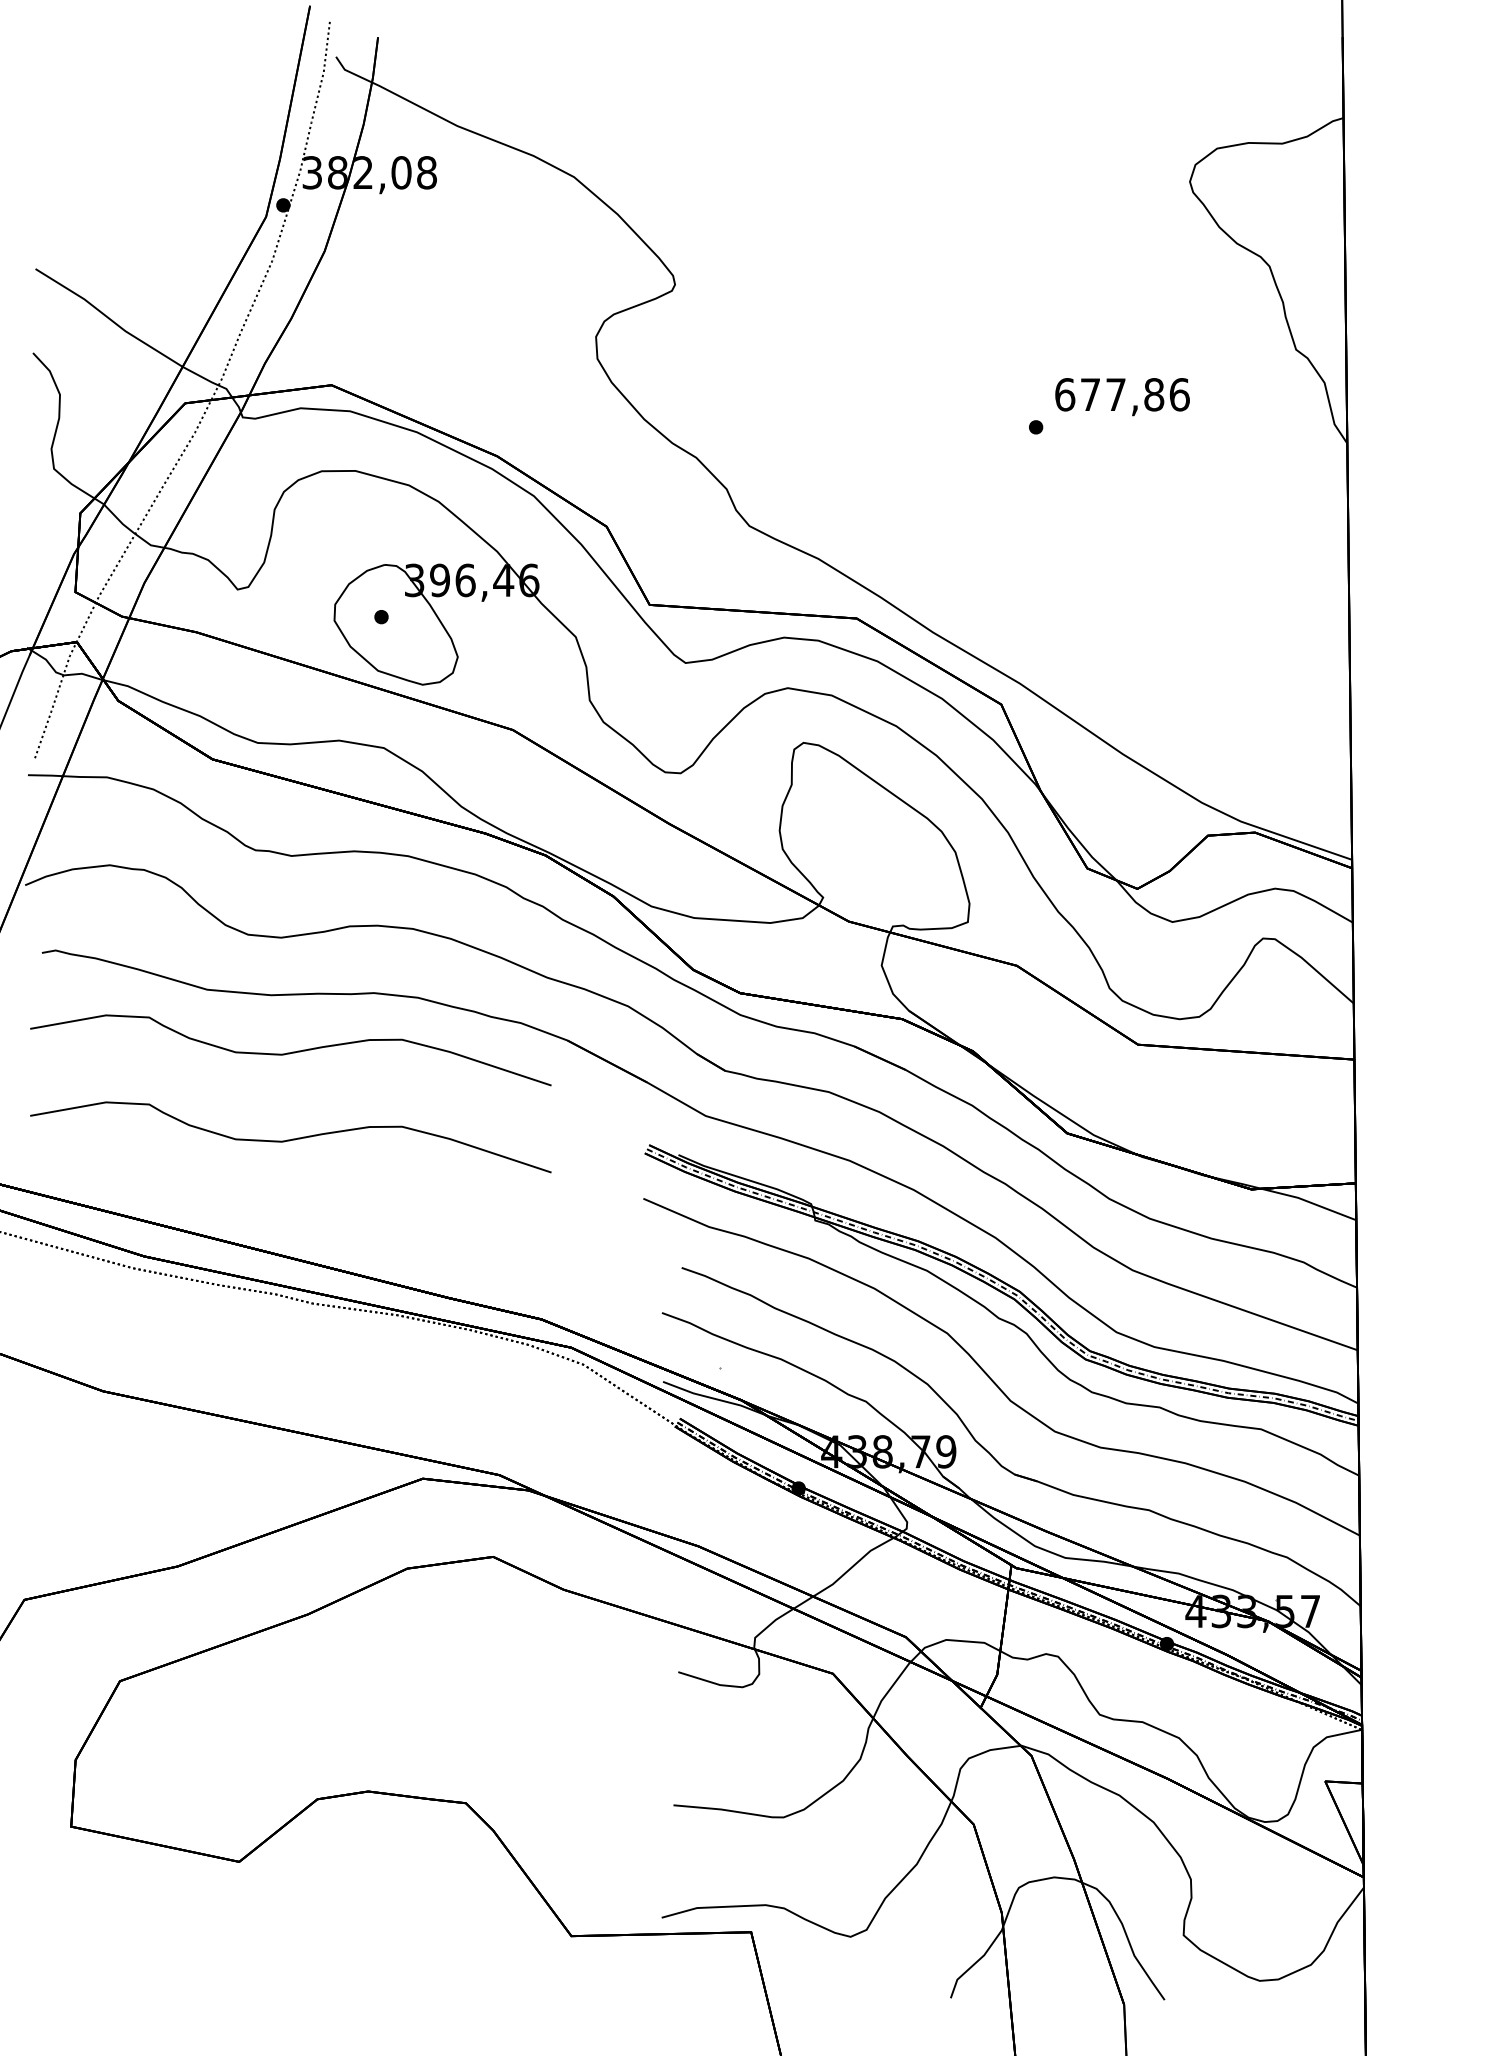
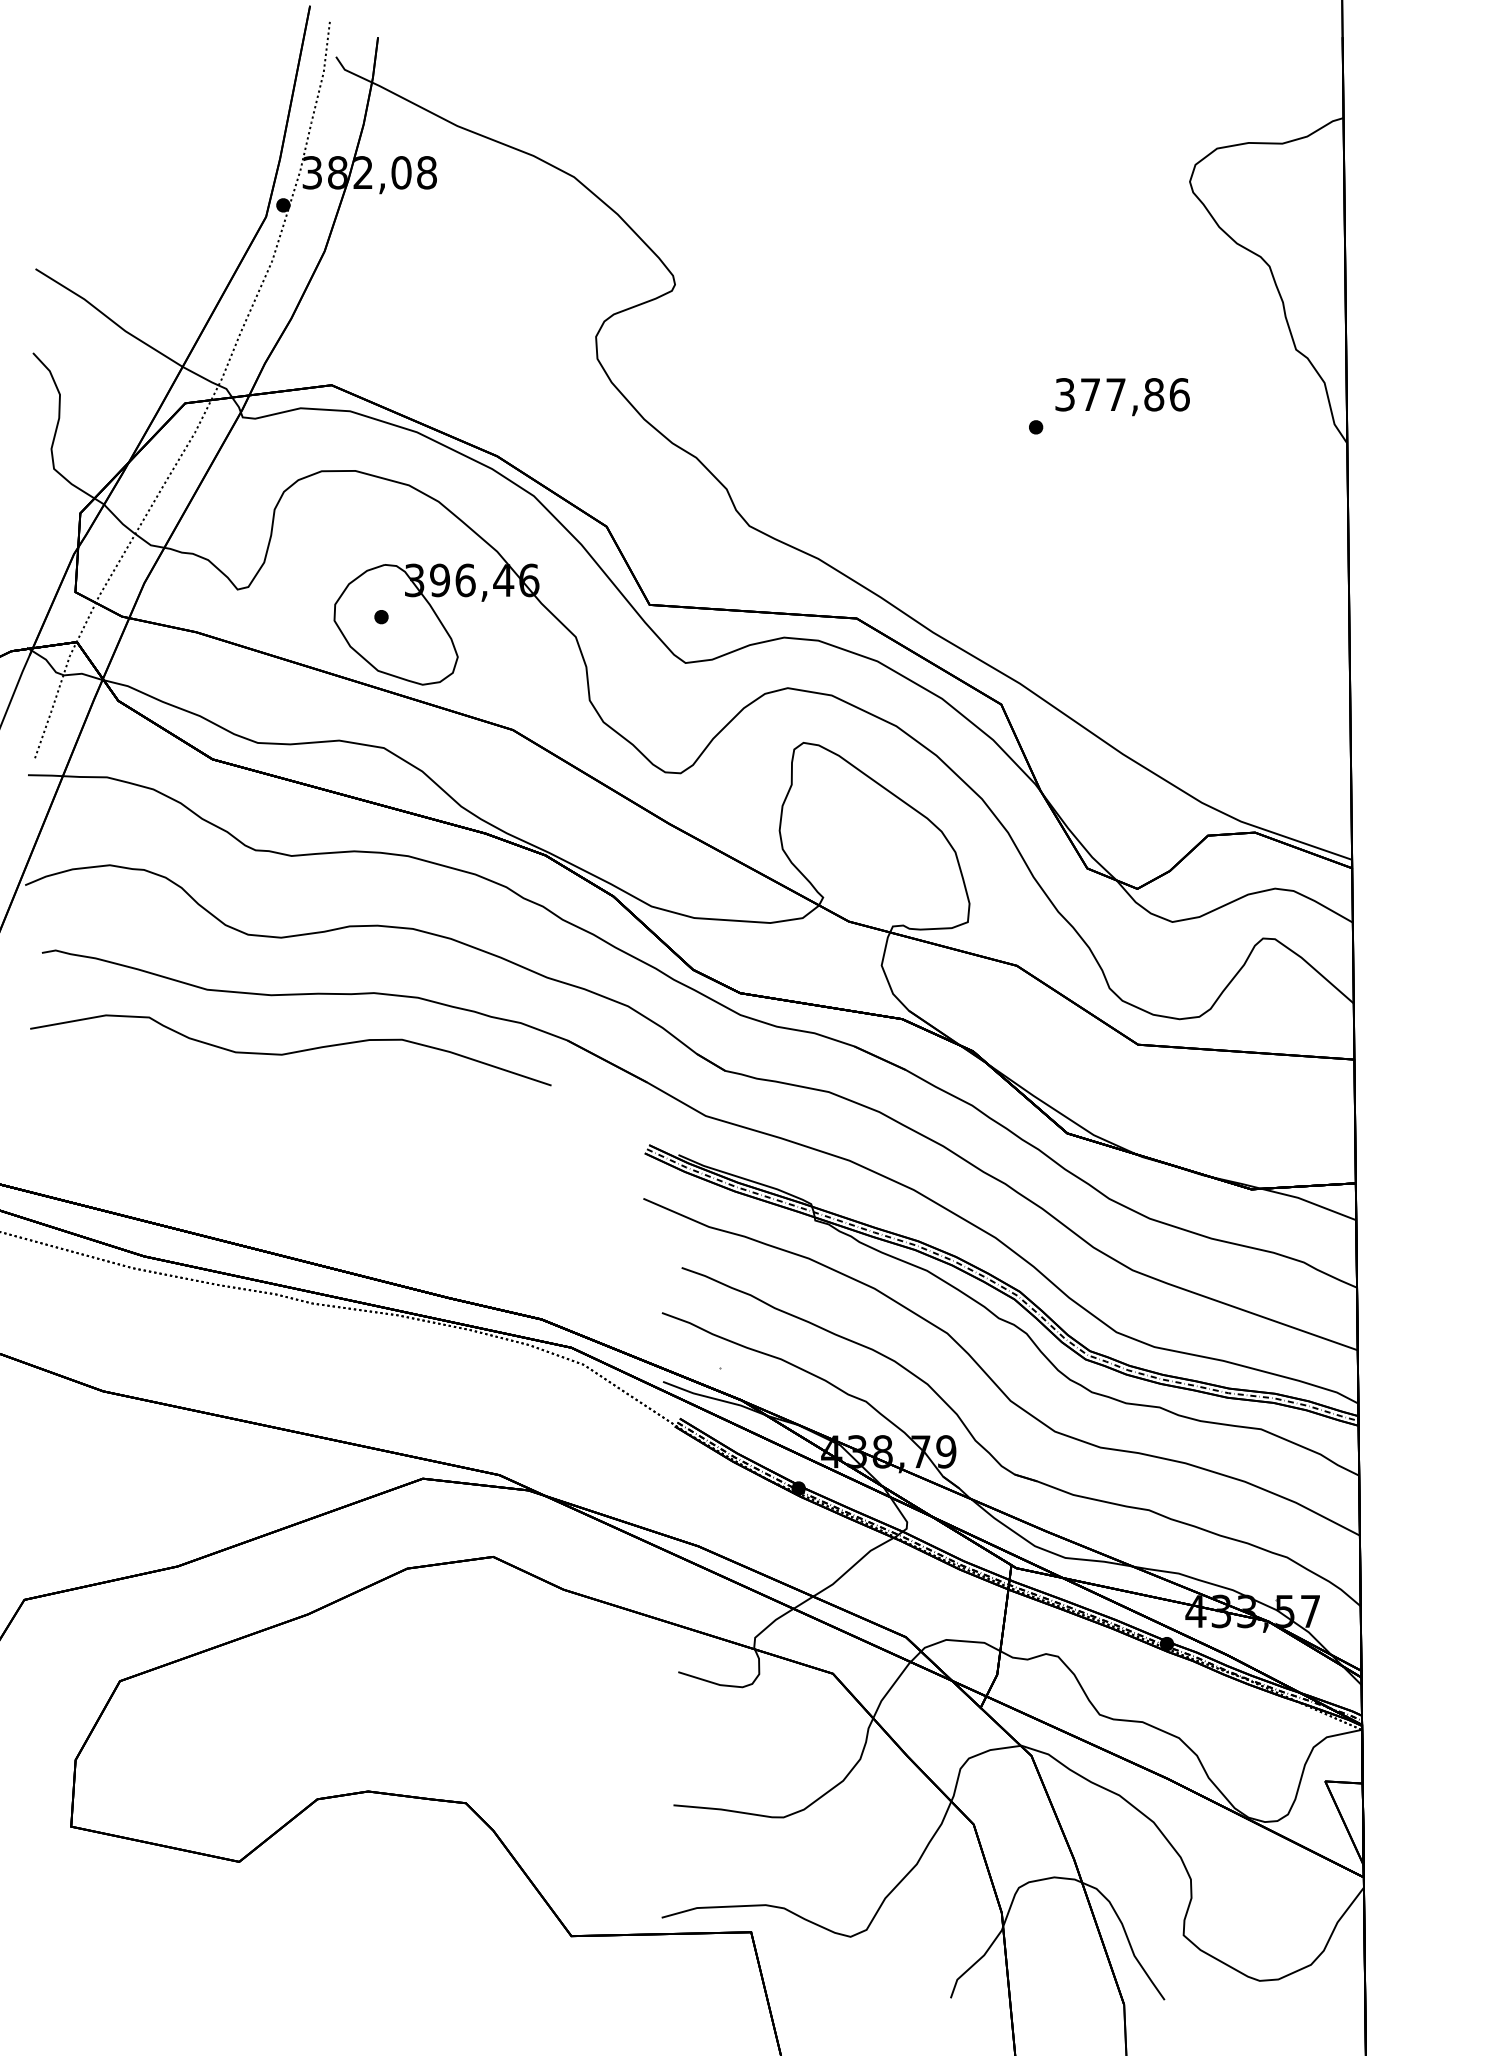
text at (1065, 394): 677,86 -> 377,86
curve at (290, 1139): present -> none
